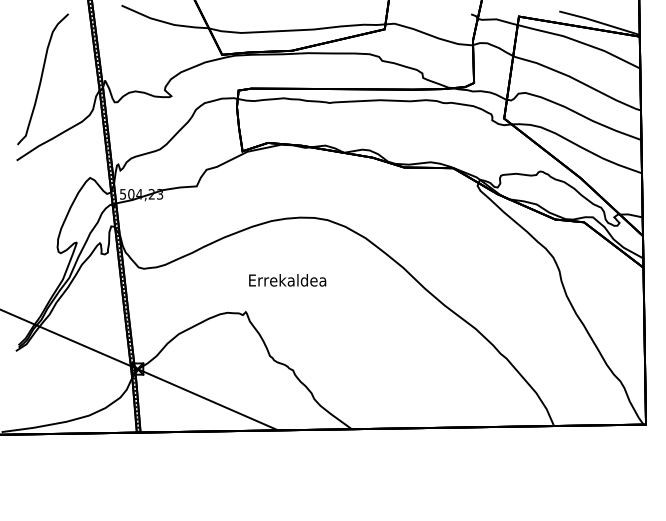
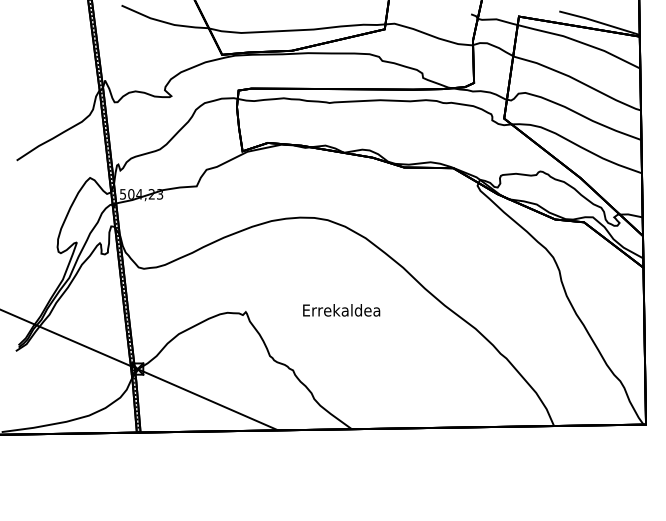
curve at (42, 78): present -> none
text at (287, 280) position: (287, 280) -> (341, 310)
